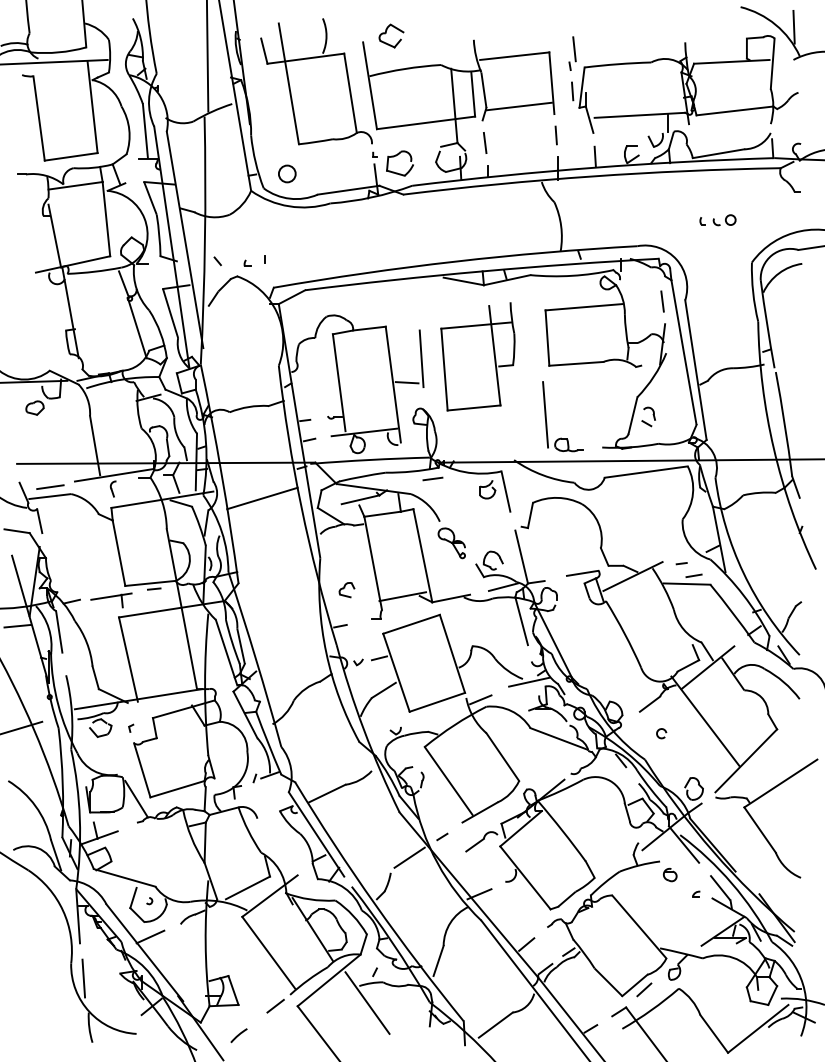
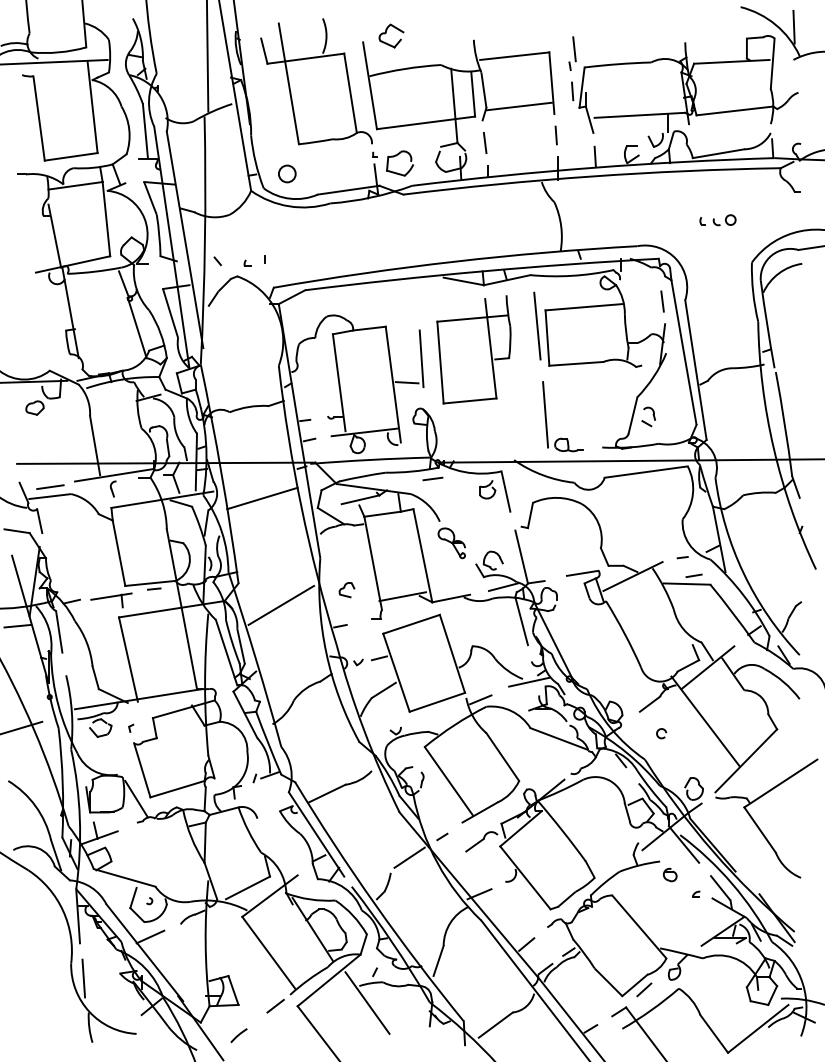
line at (537, 325): none -> present
part at (477, 356) position: (477, 356) -> (473, 349)
line at (681, 563) position: (681, 563) -> (682, 557)
line at (281, 604): none -> present
